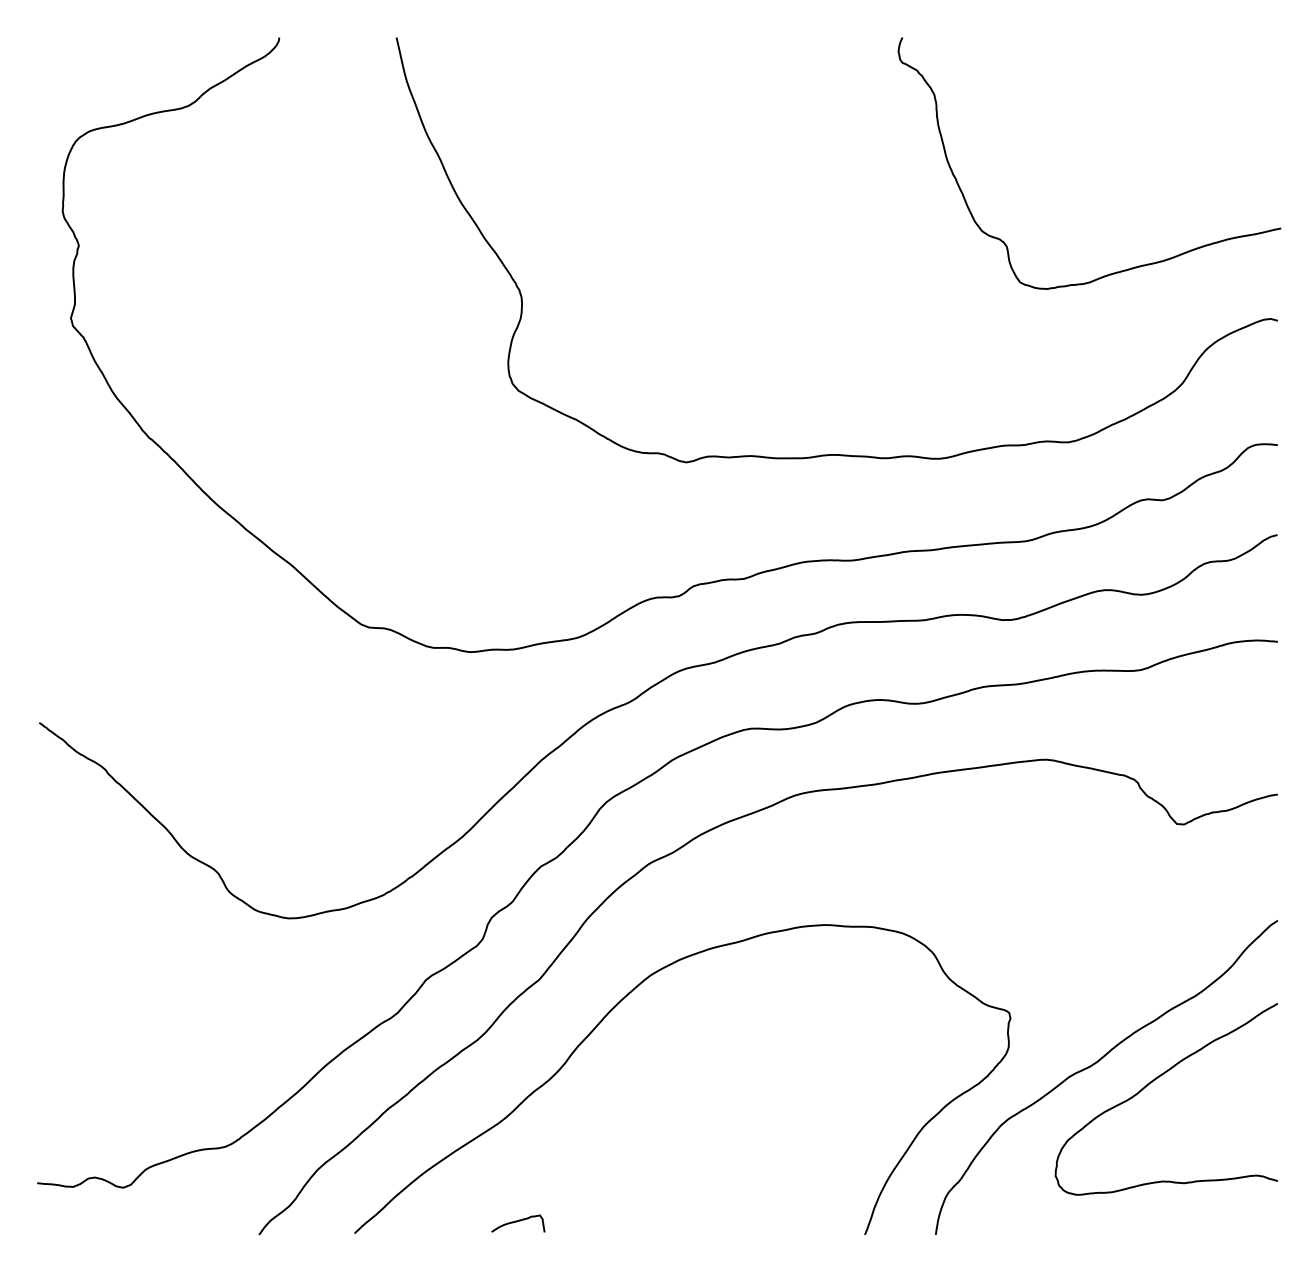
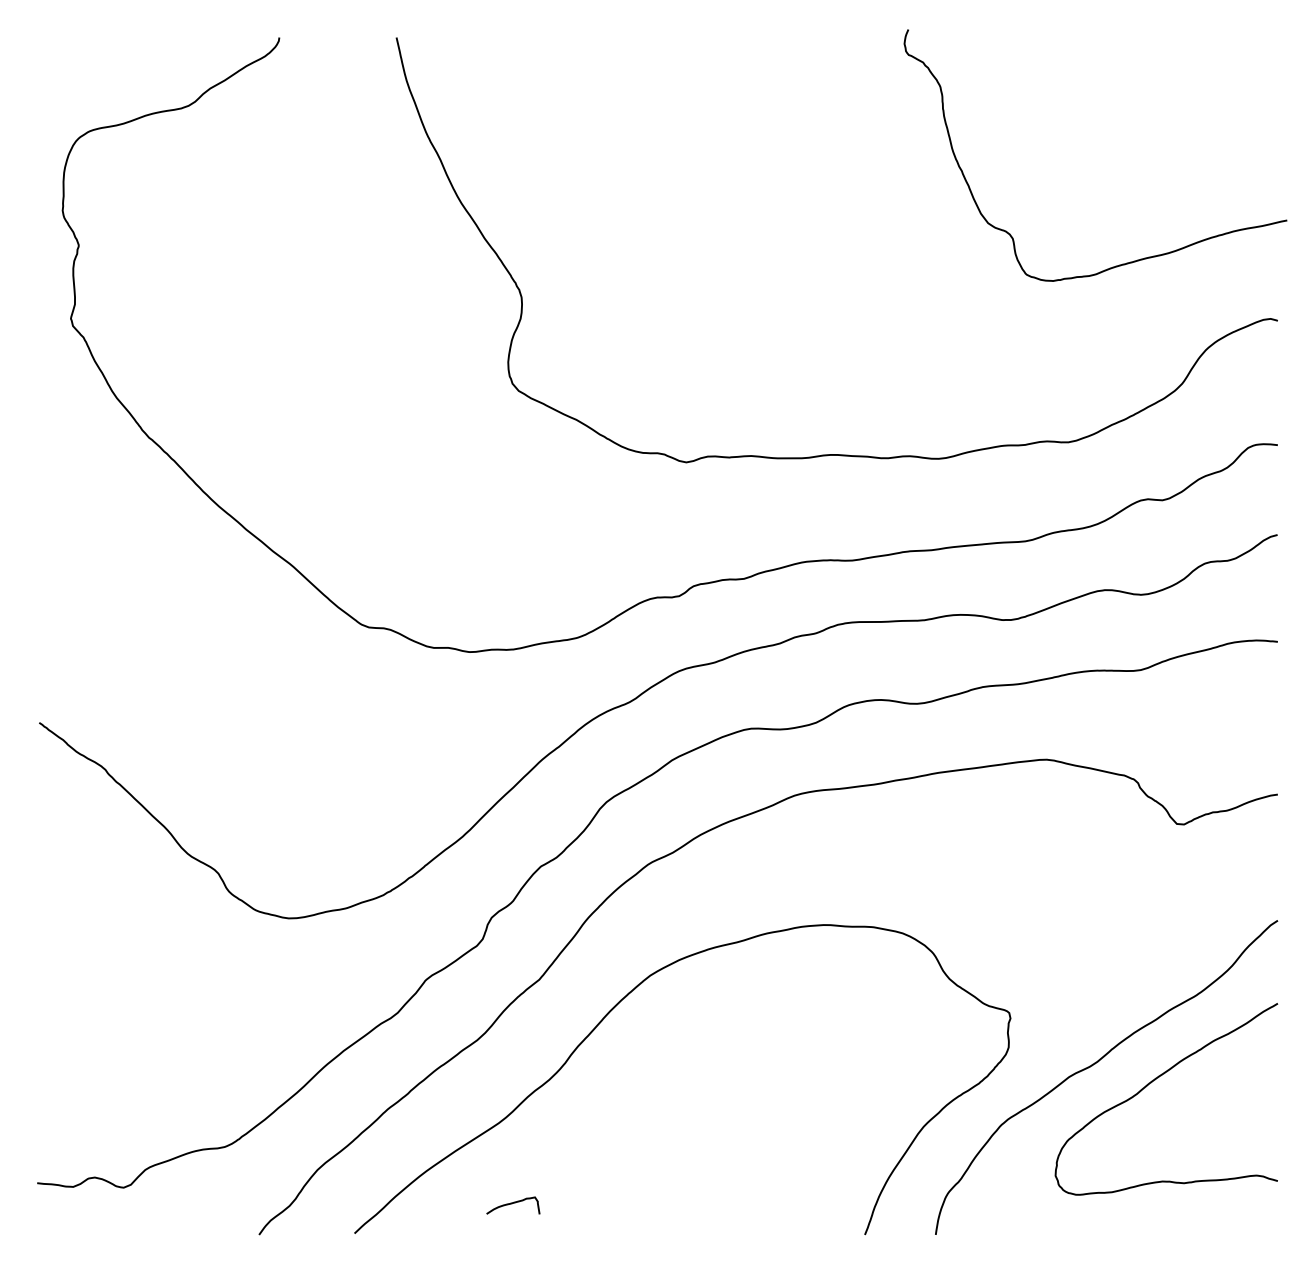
curve at (1116, 271) position: (1116, 271) -> (1122, 263)
curve at (517, 1222) position: (517, 1222) -> (512, 1204)
